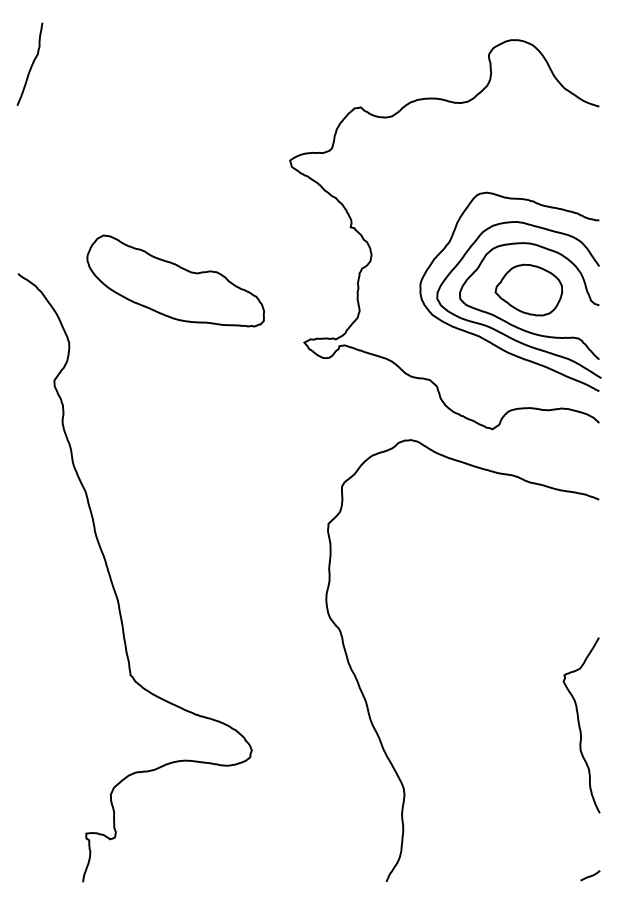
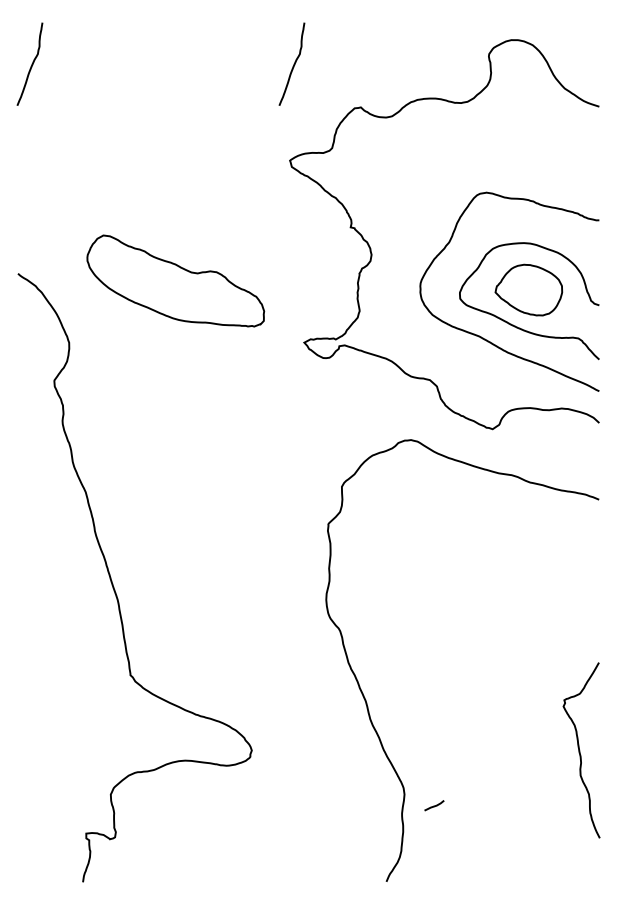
curve at (293, 64): none -> present
curve at (502, 332): present -> none
curve at (580, 725) position: (580, 725) -> (580, 750)
curve at (590, 875) position: (590, 875) -> (434, 805)
